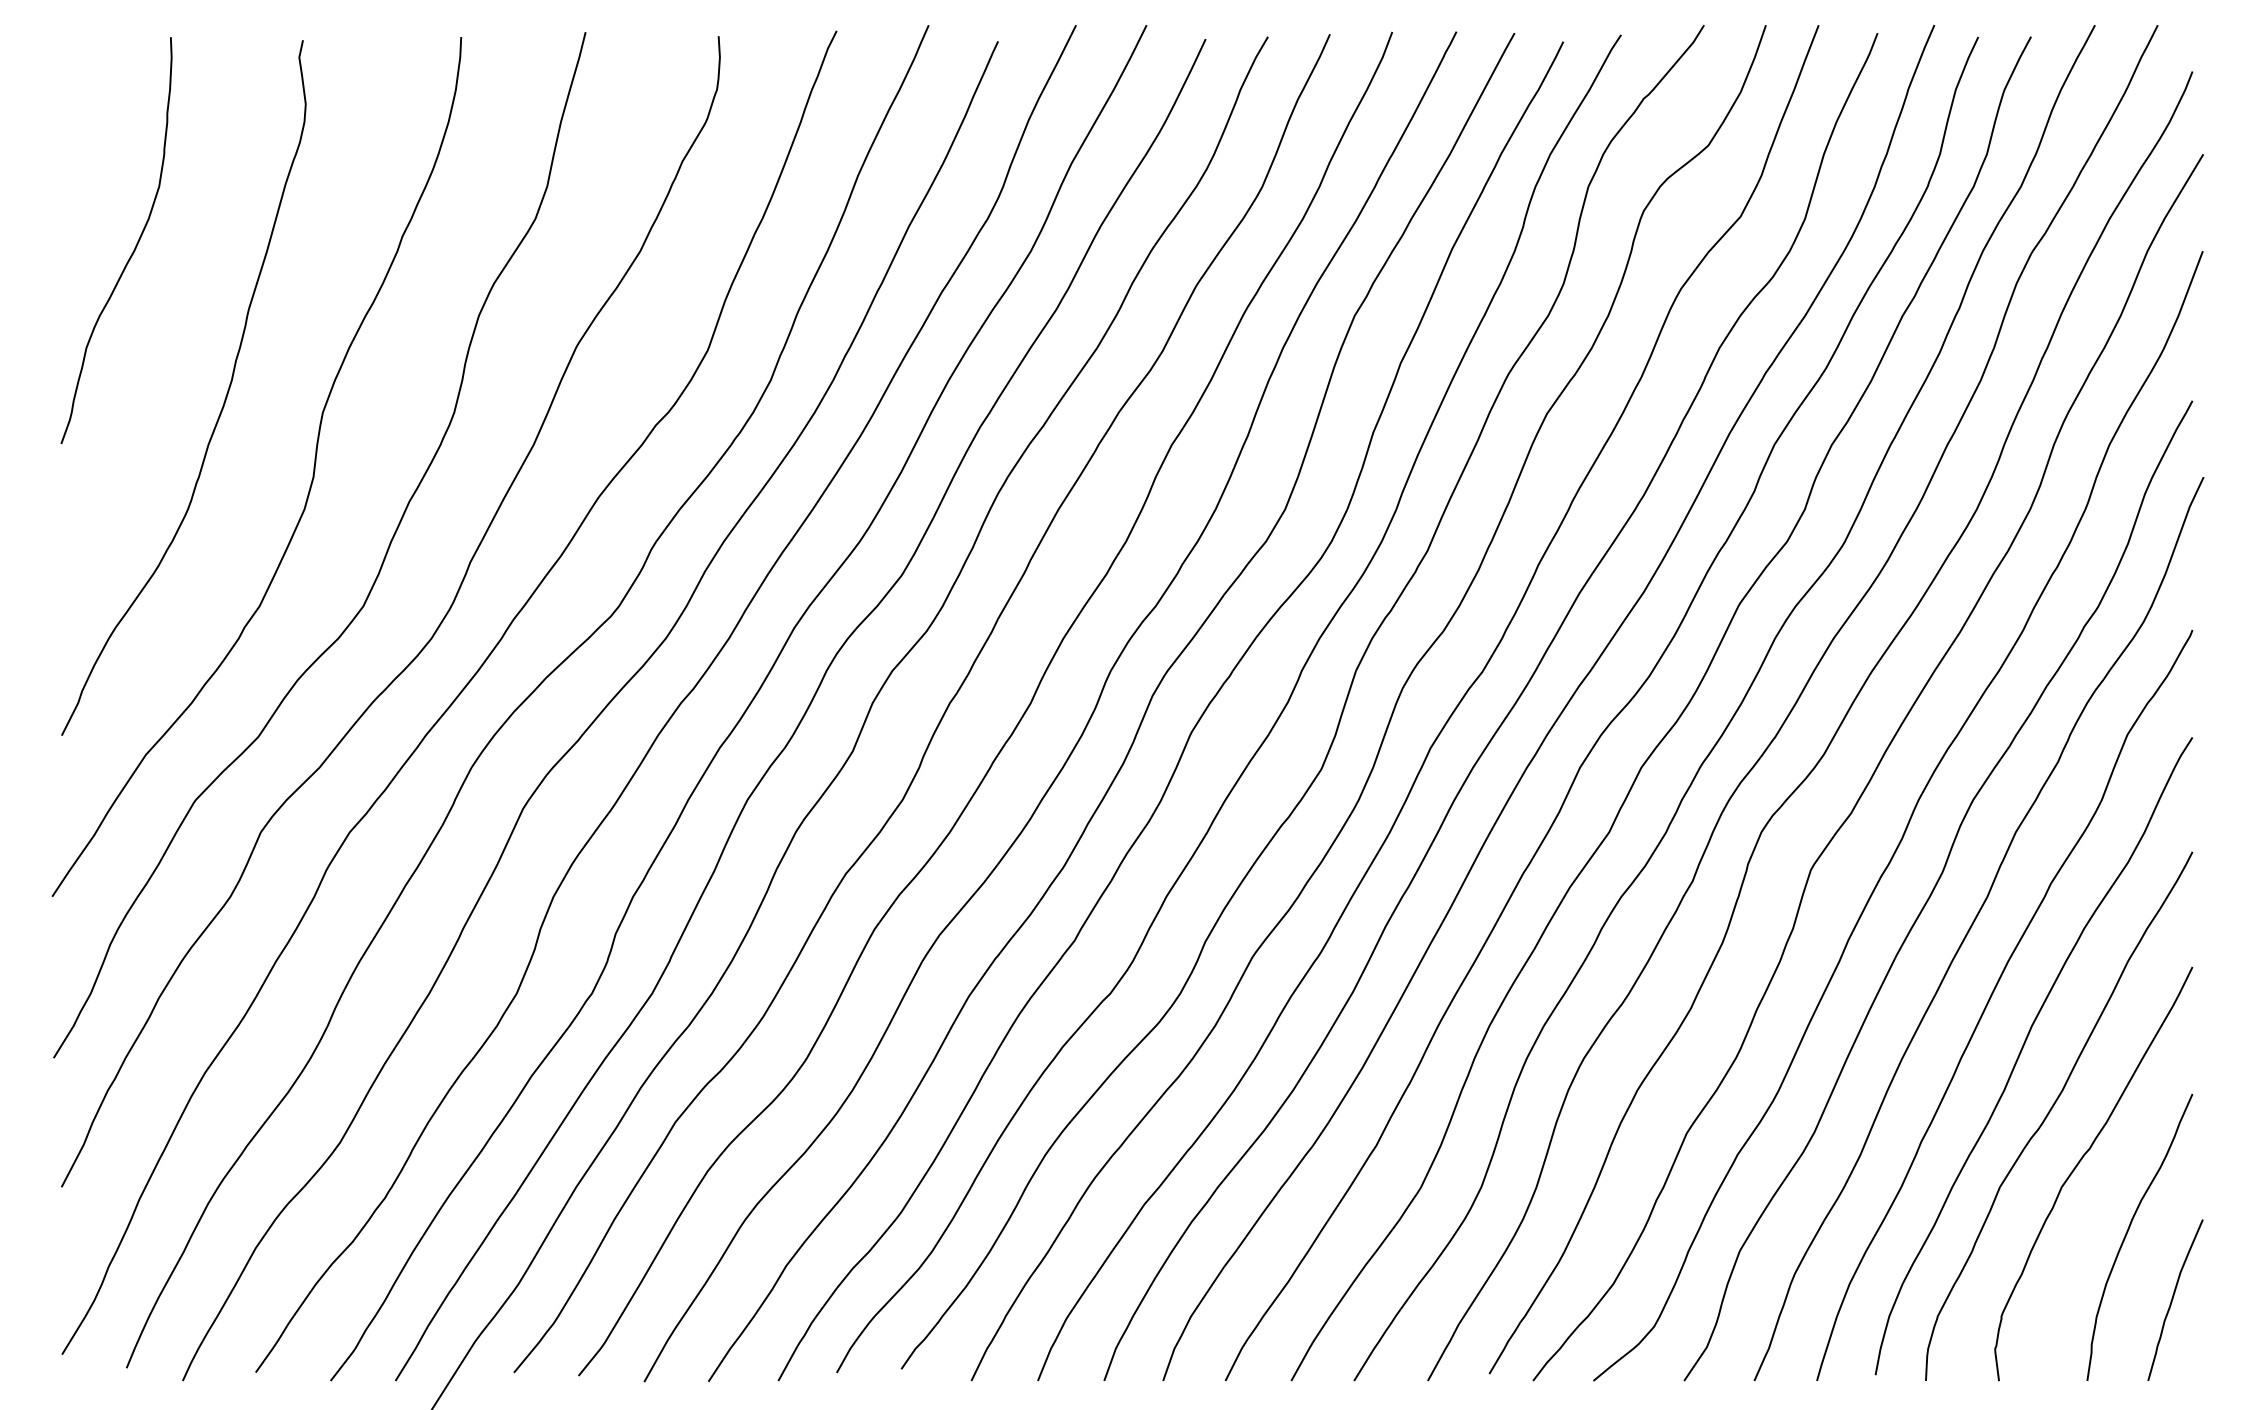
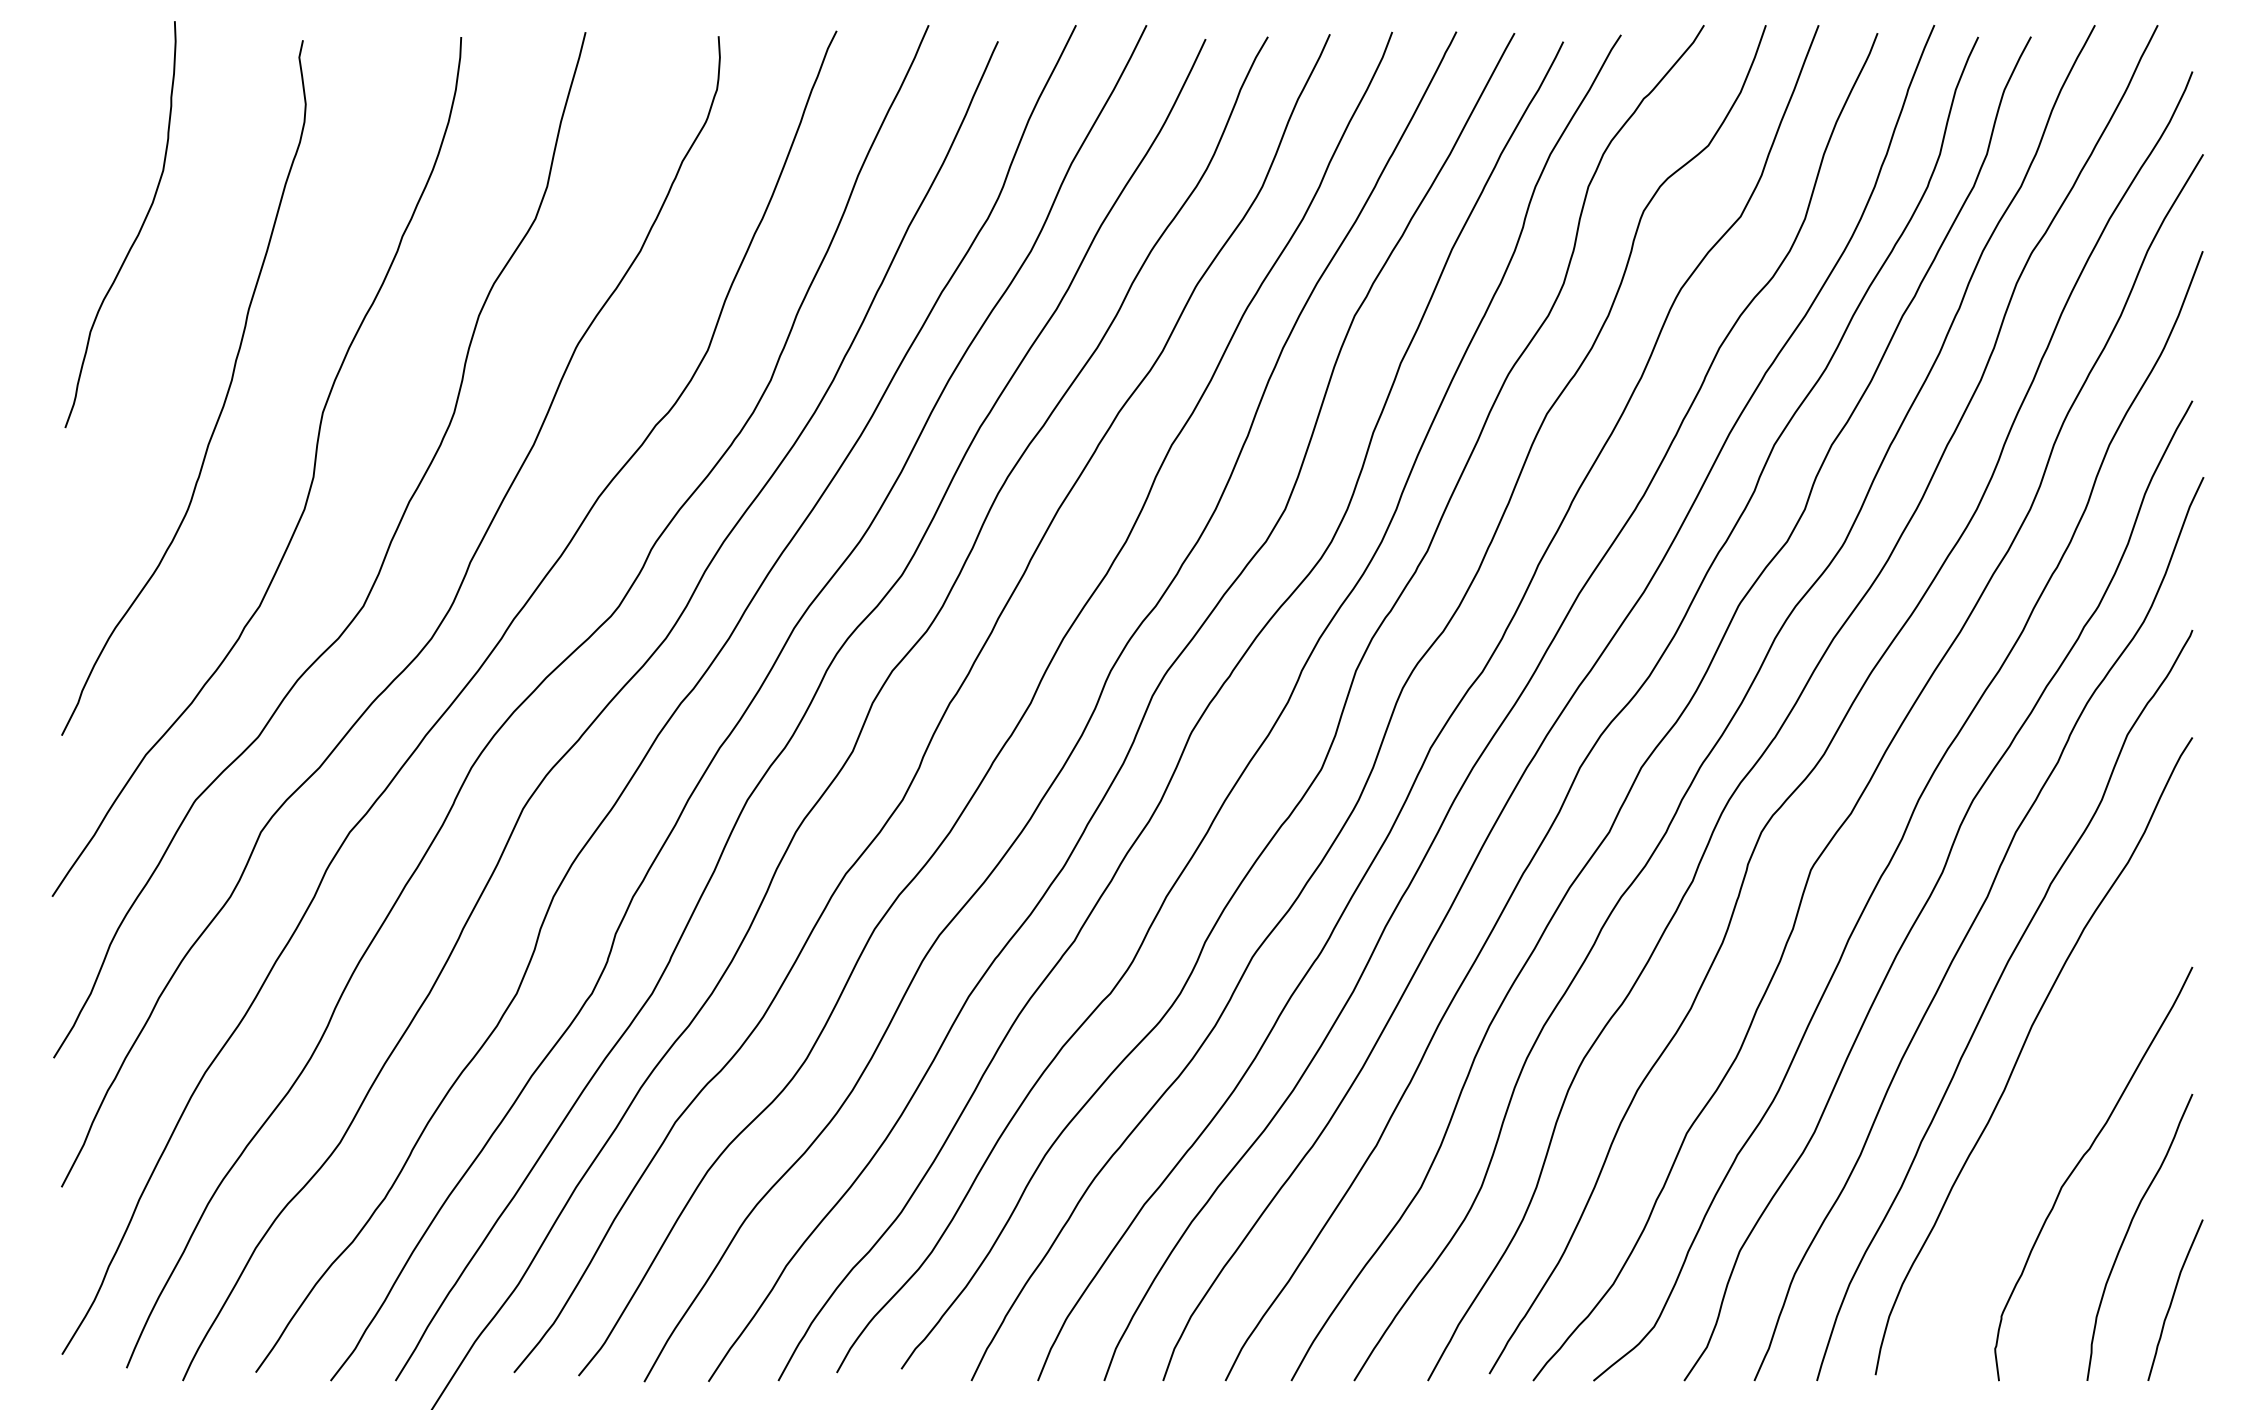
curve at (134, 247) position: (134, 247) -> (138, 231)
curve at (2051, 1110): present -> none
